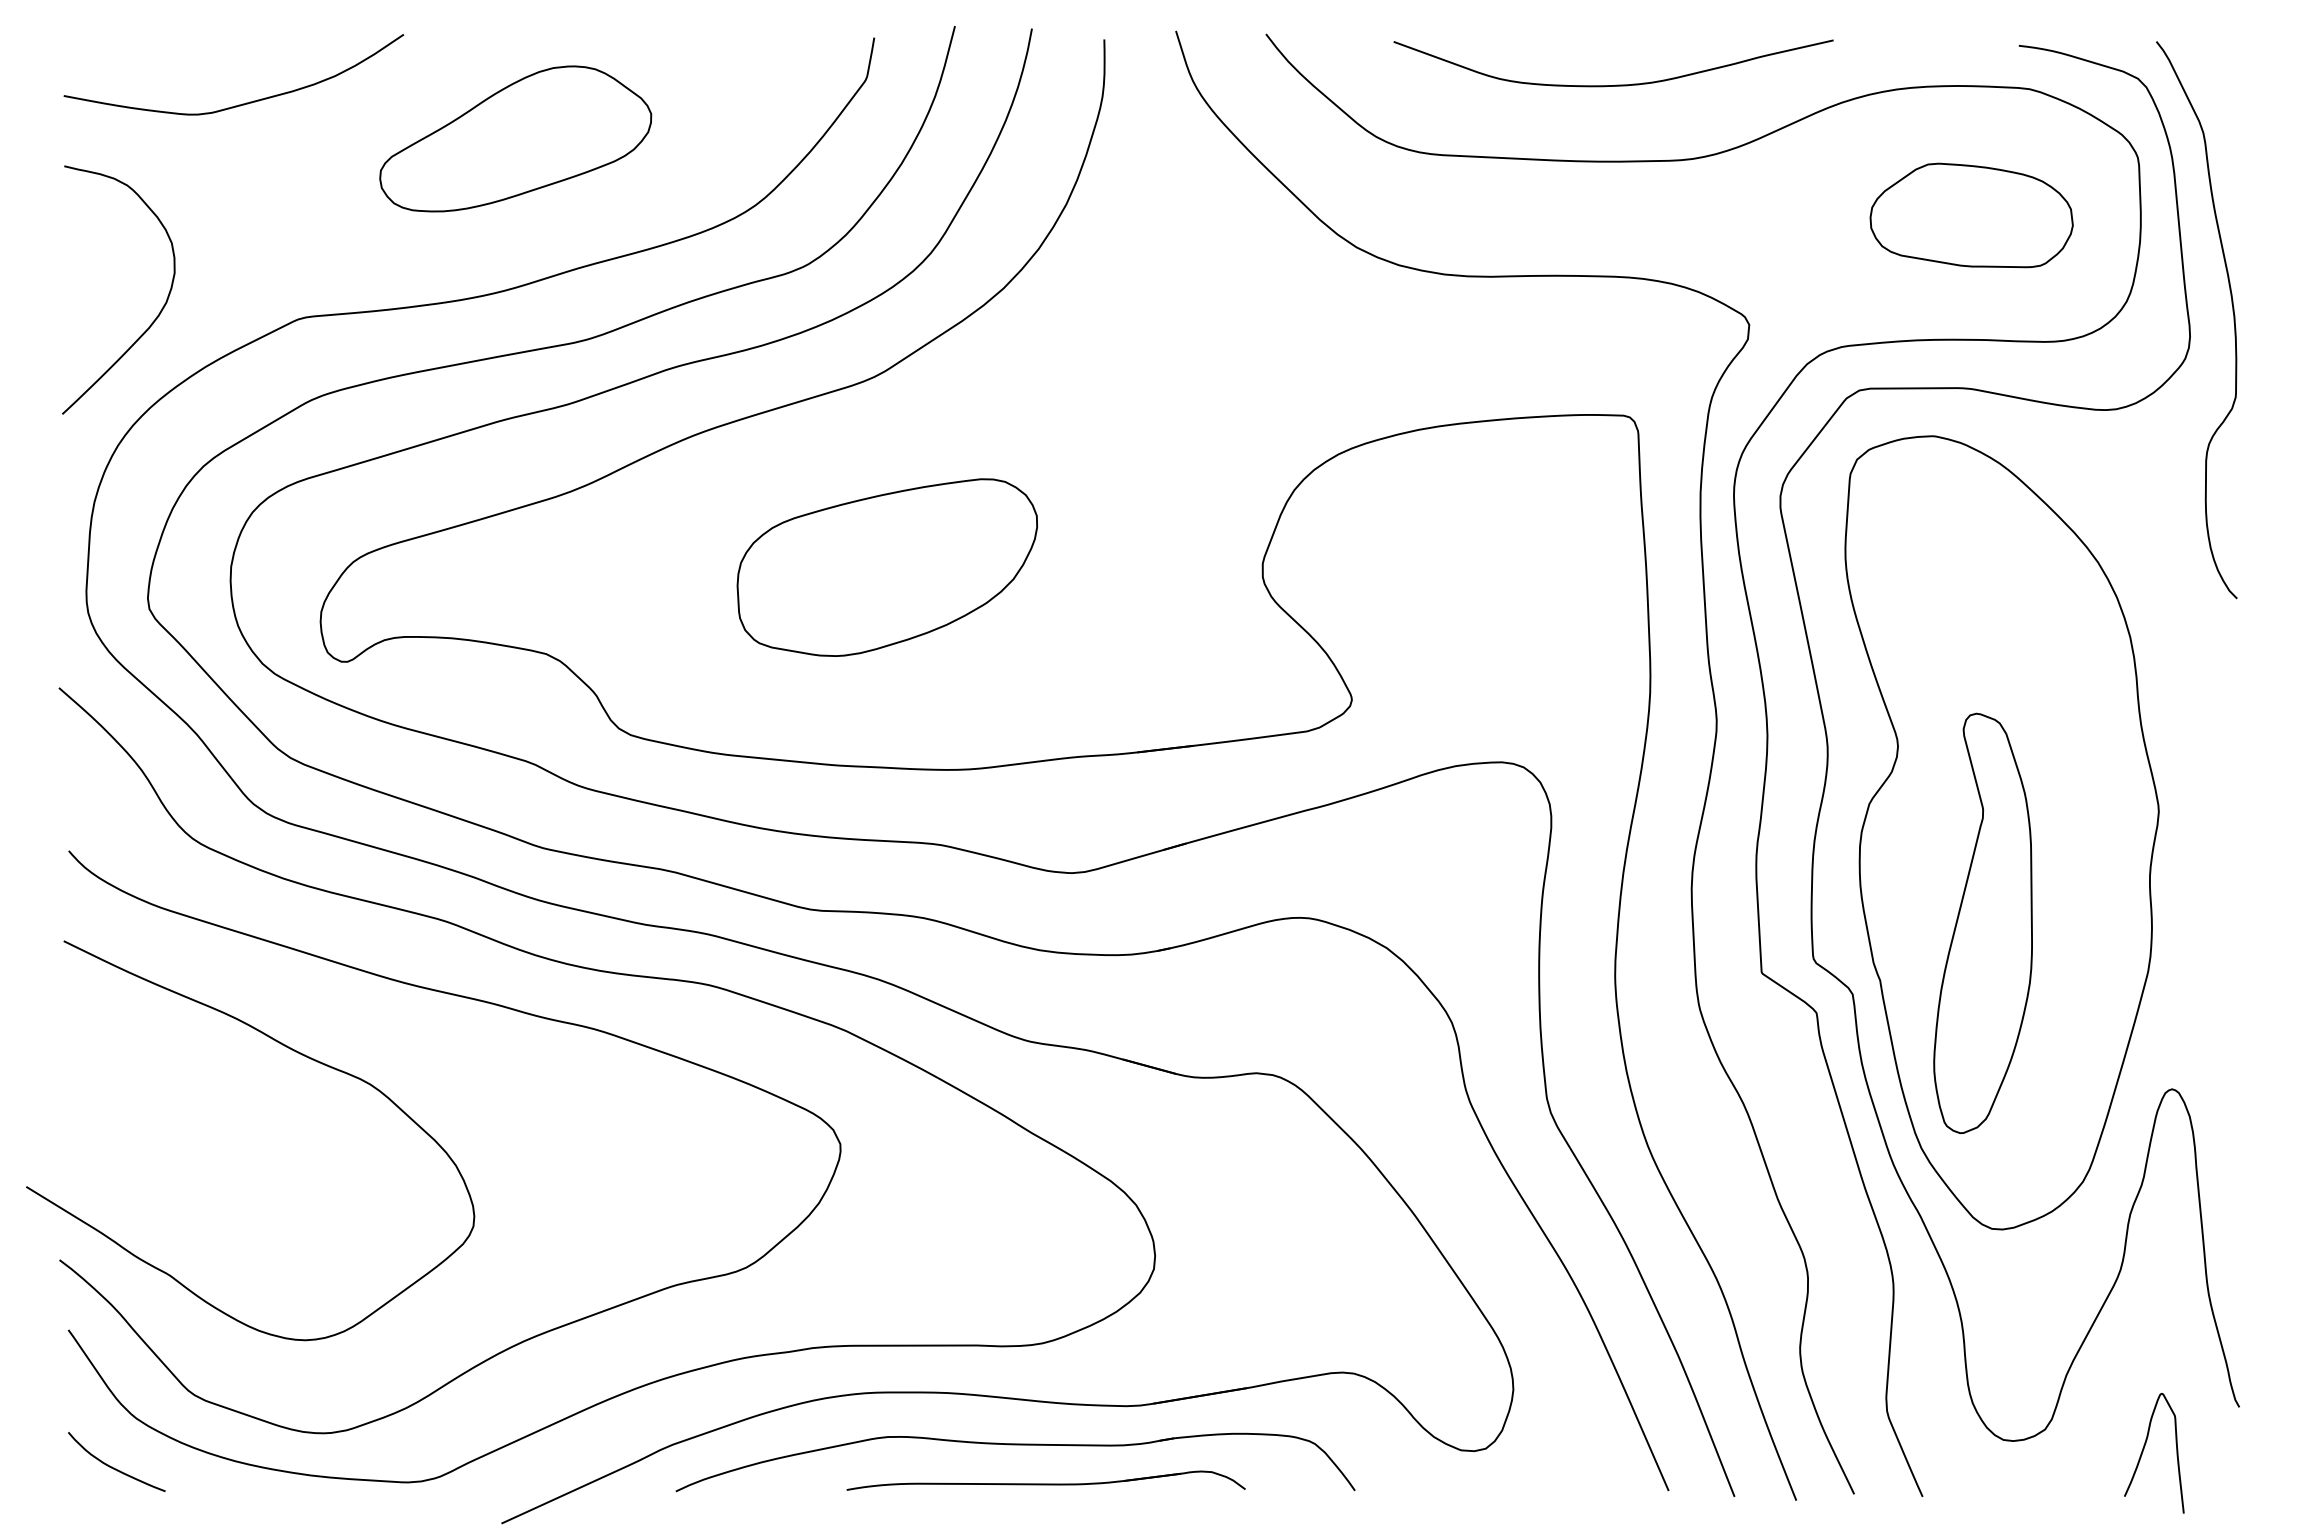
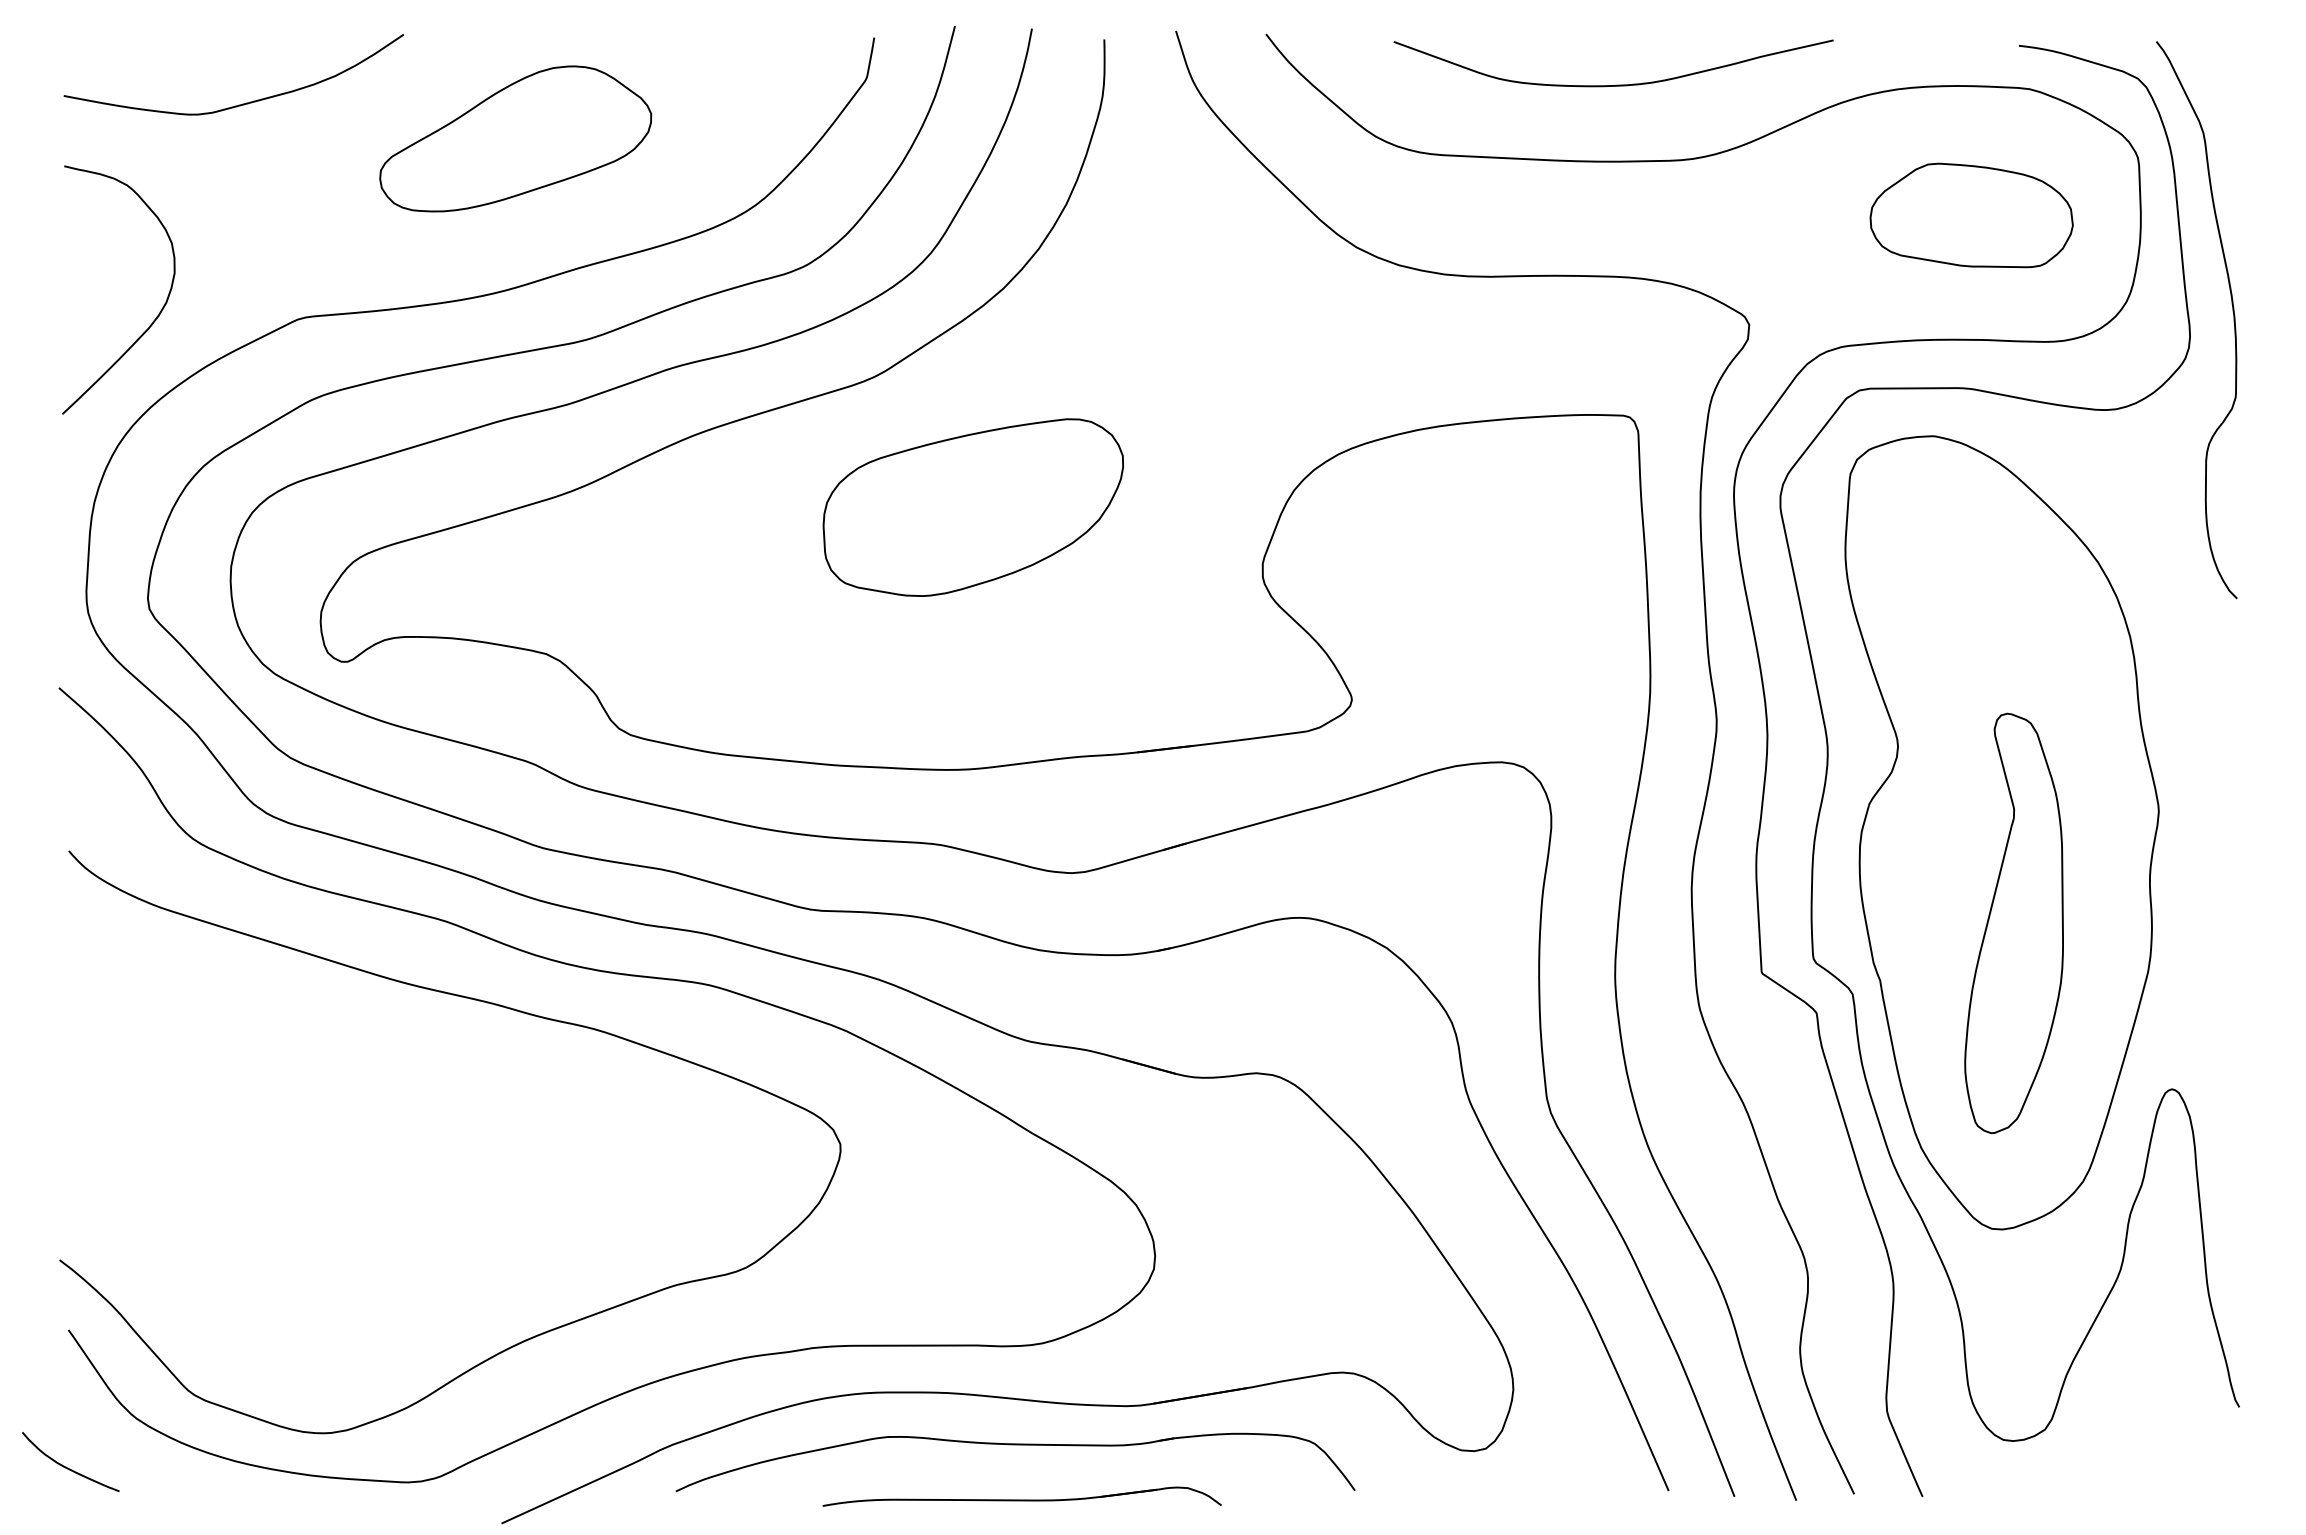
part at (887, 567) position: (887, 567) -> (973, 507)
part at (1982, 922) position: (1982, 922) -> (2013, 922)
curve at (295, 1052): present -> none
curve at (2144, 1449): present -> none
curve at (114, 1467) position: (114, 1467) -> (68, 1467)
part at (1045, 1480) position: (1045, 1480) -> (1021, 1496)
